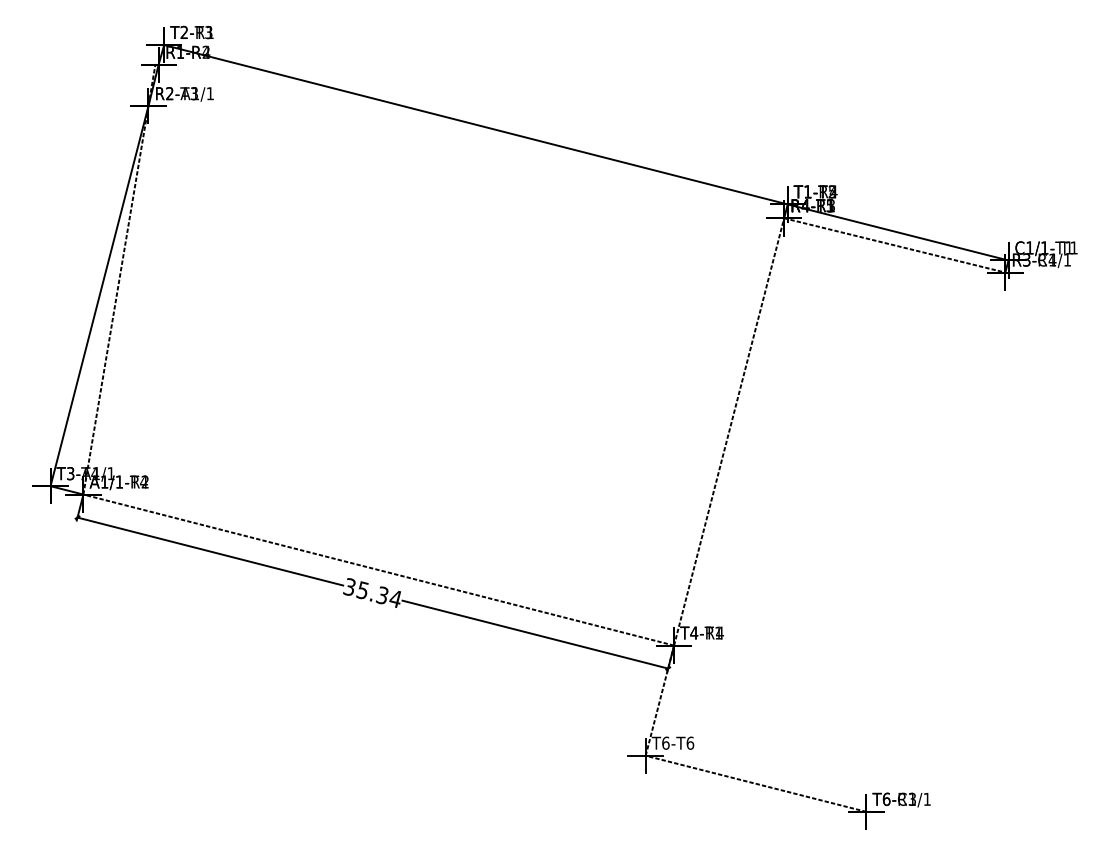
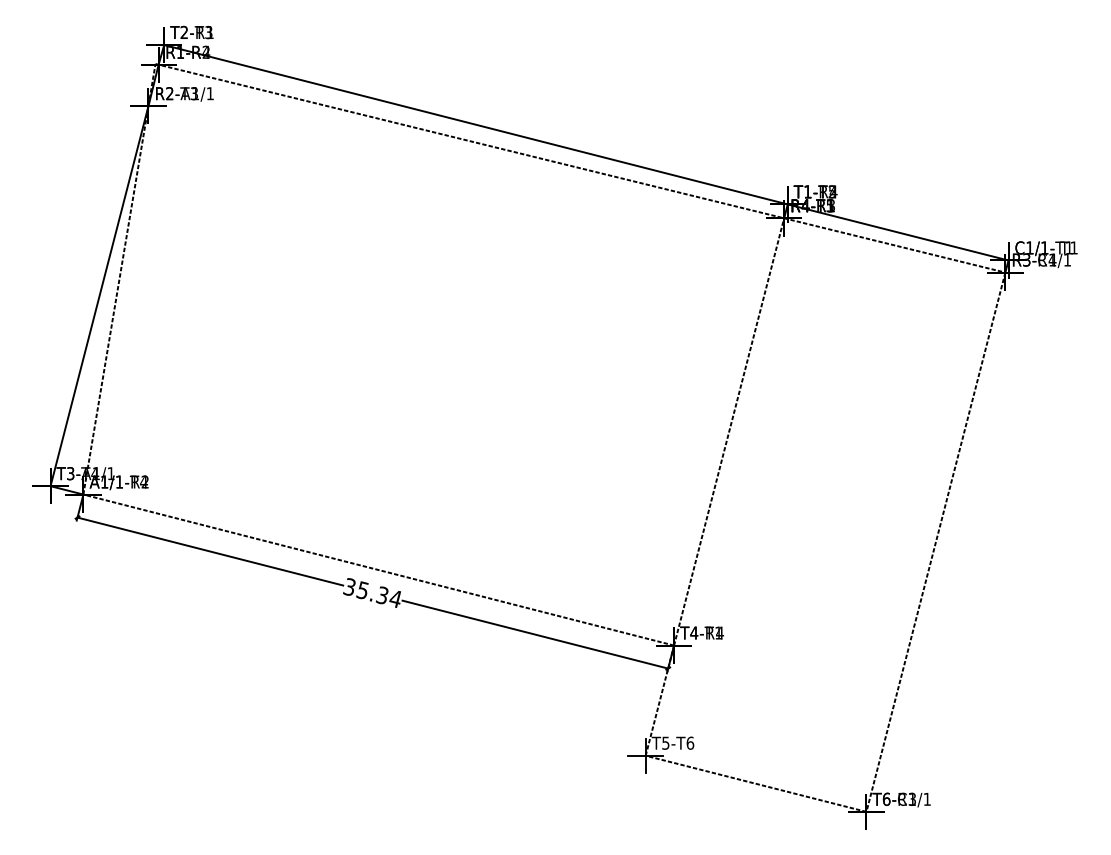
line at (469, 140): none -> present
line at (935, 541): none -> present
text at (665, 742): T6-T6 -> T5-T6
